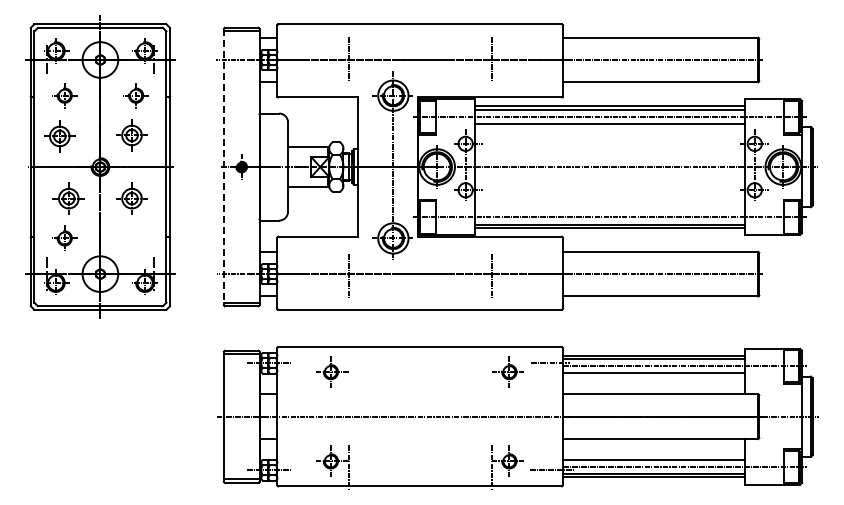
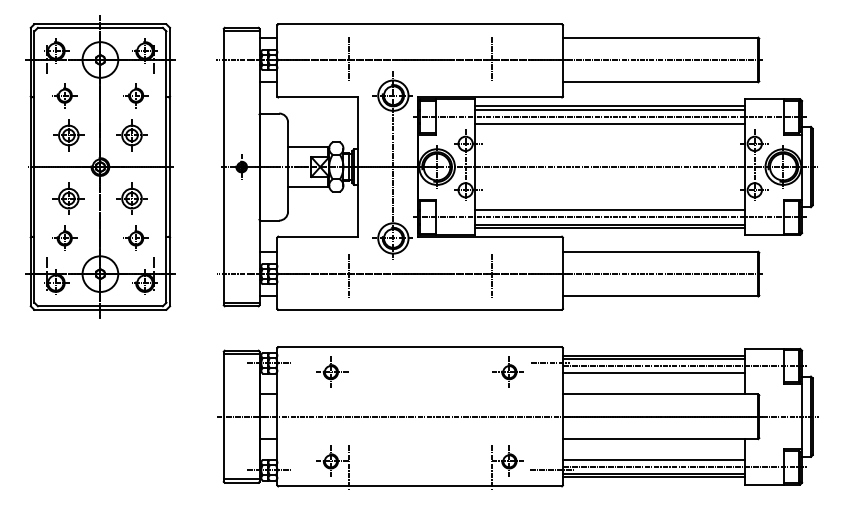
part at (59, 136) position: (59, 136) -> (68, 135)
line at (223, 167): dashed -> solid
line at (609, 210): none -> present
part at (135, 237): none -> present
